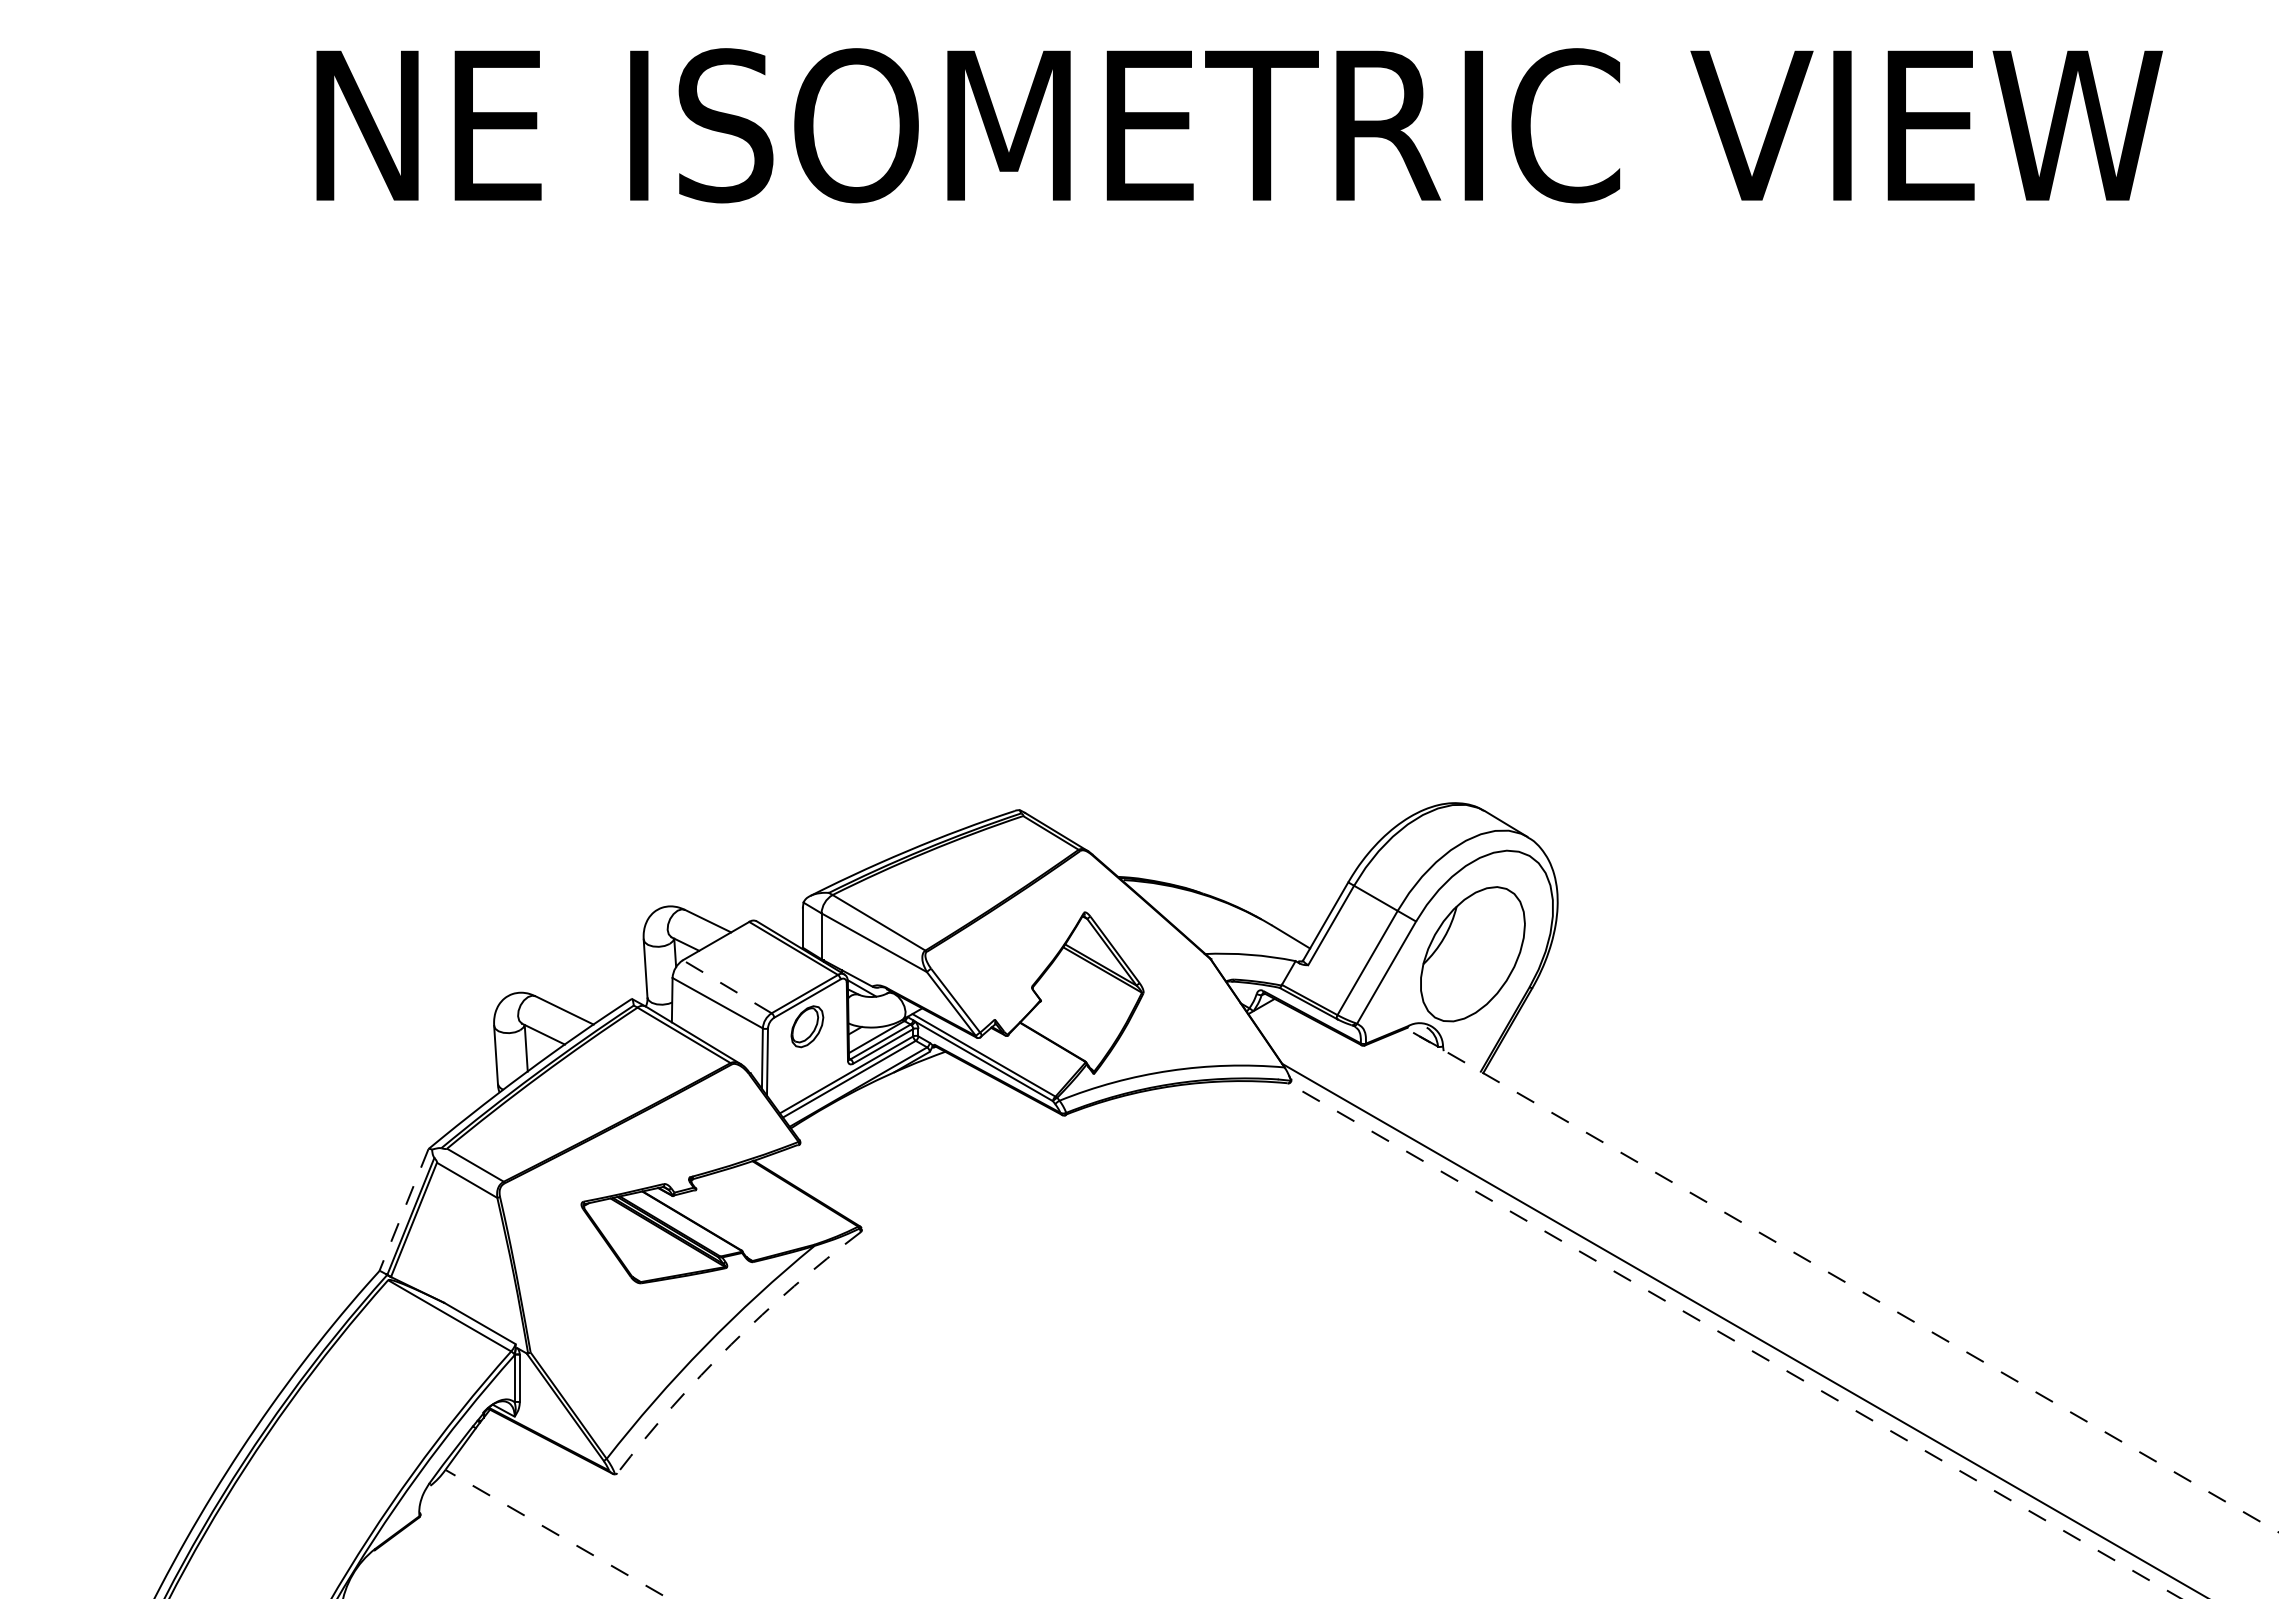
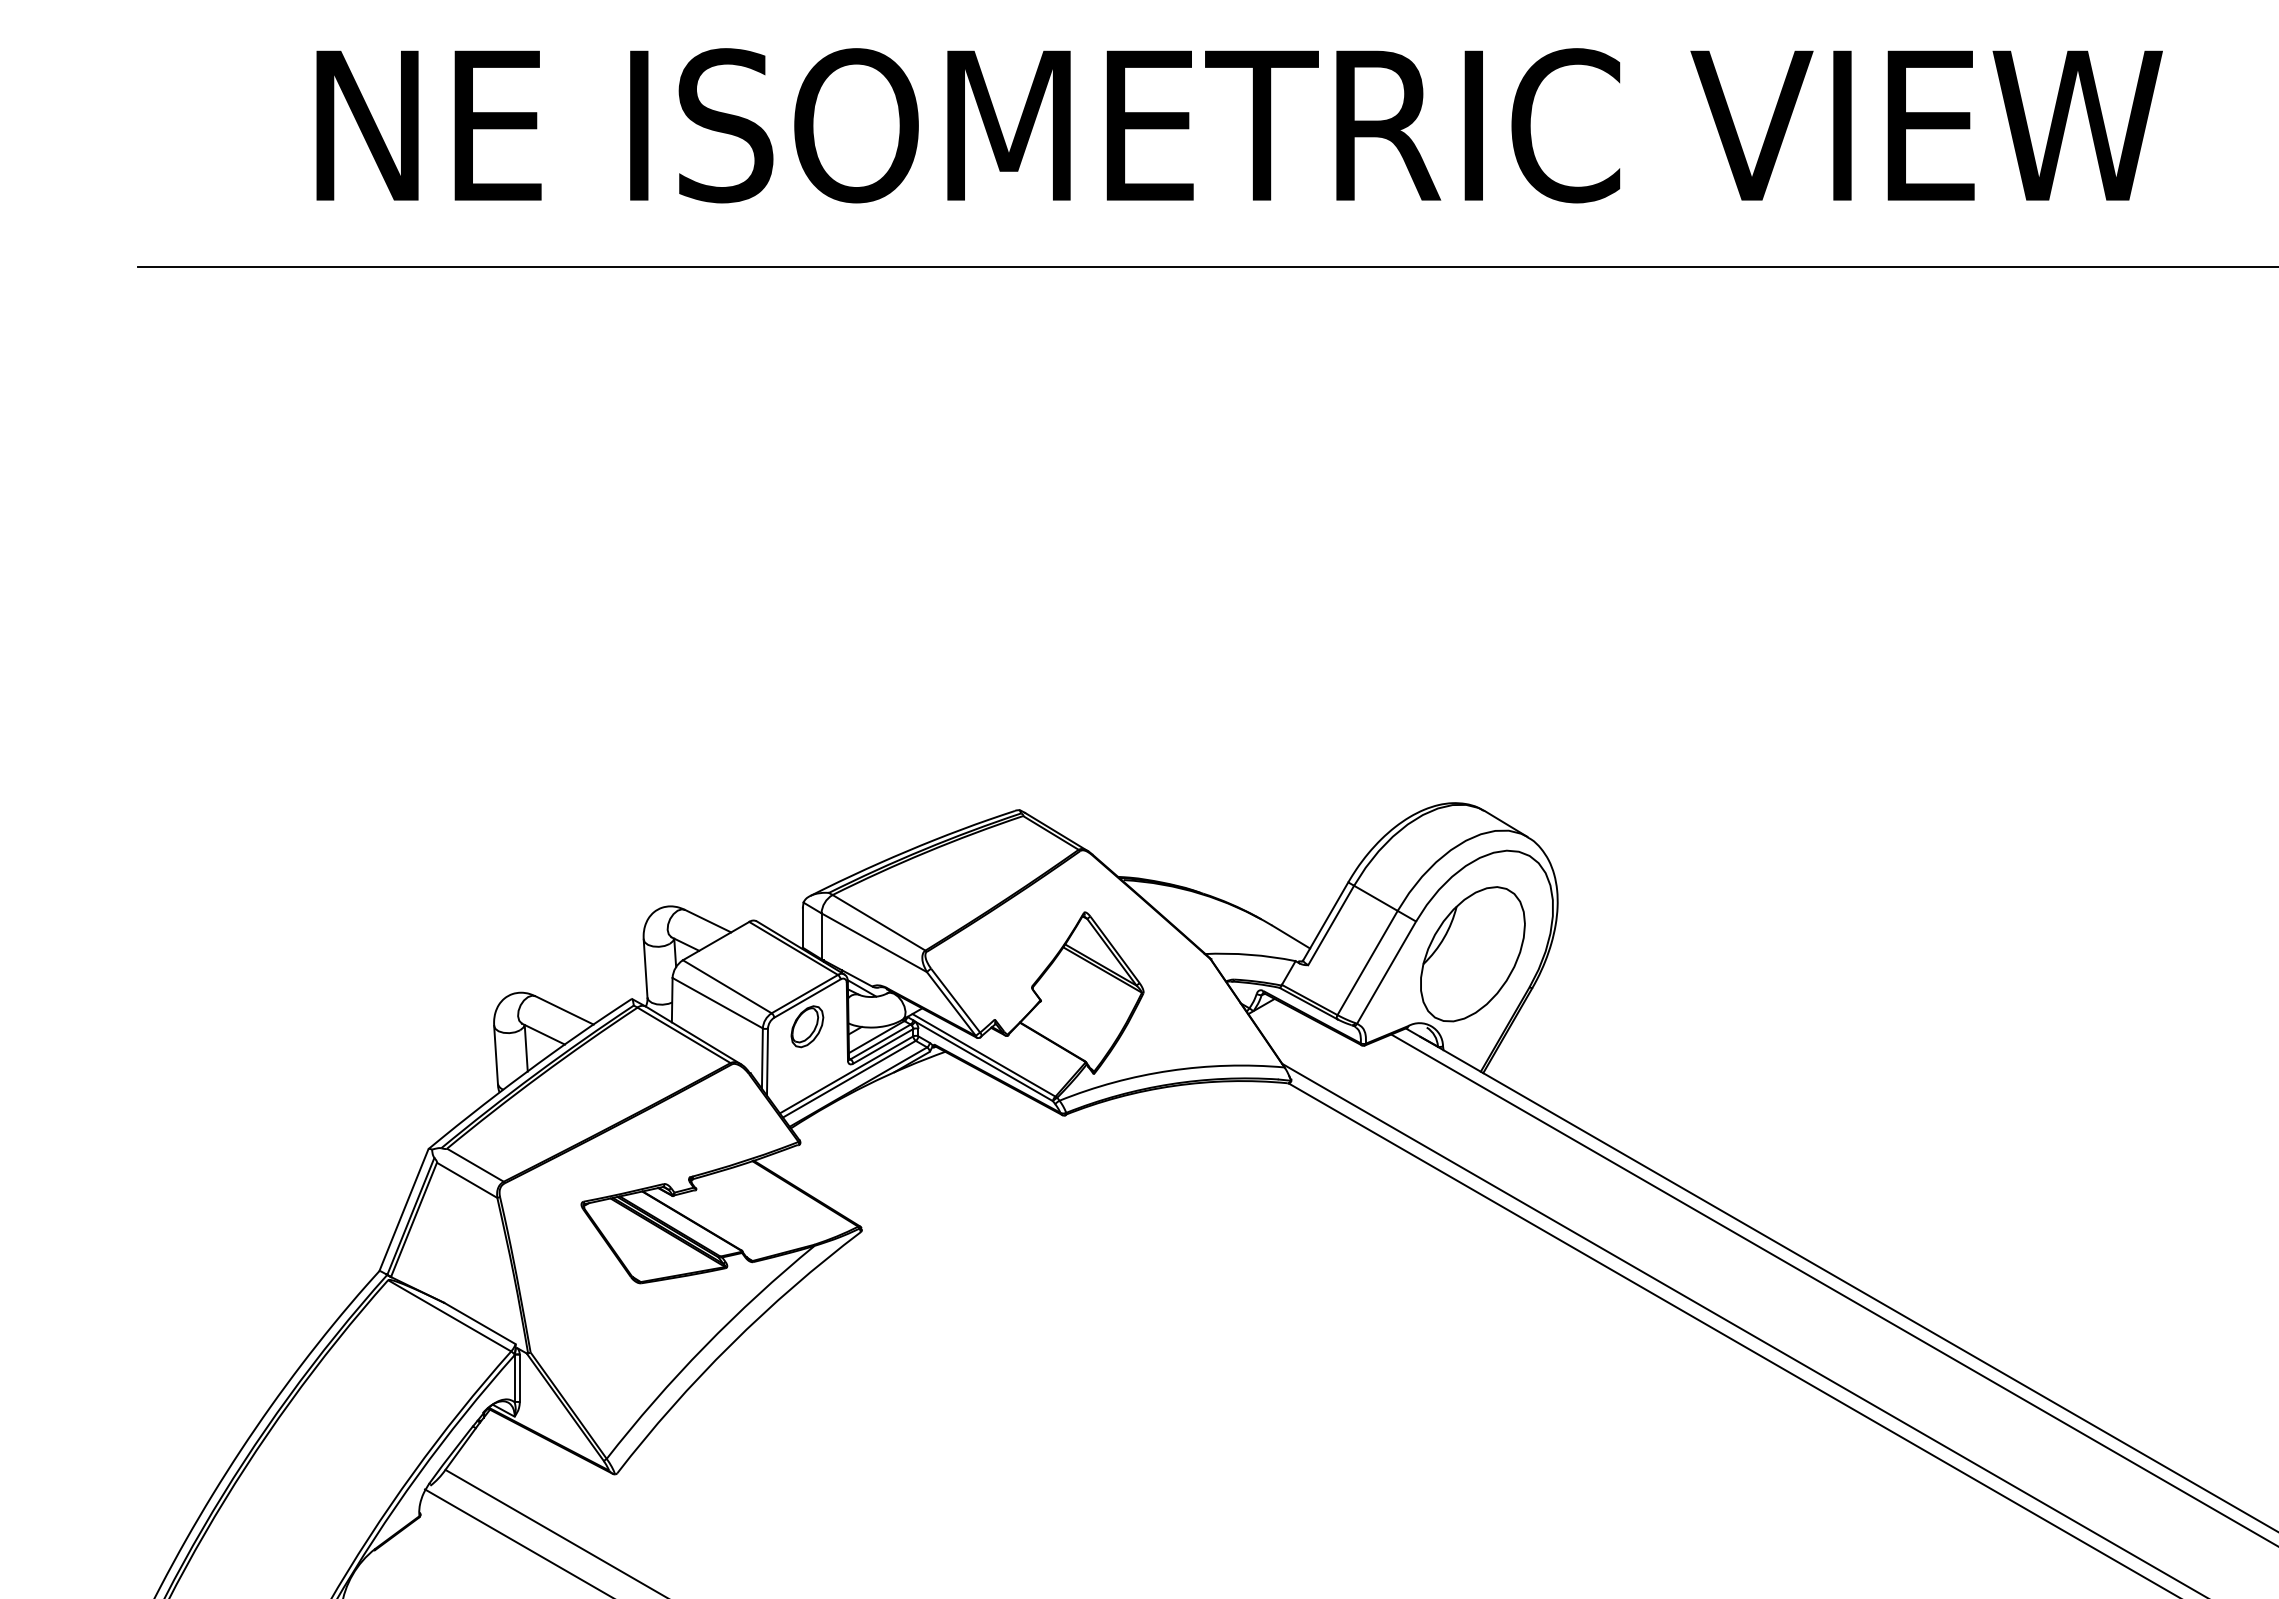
line at (1206, 266): none -> present
line at (727, 986): dashed -> solid
line at (403, 1210): dashed -> solid
line at (1842, 1280): dashed -> solid
line at (1833, 1289): none -> present
line at (1734, 1340): dashed -> solid
arc at (731, 1344): dashed -> solid
line at (557, 1534): dashed -> solid
line at (517, 1542): none -> present
